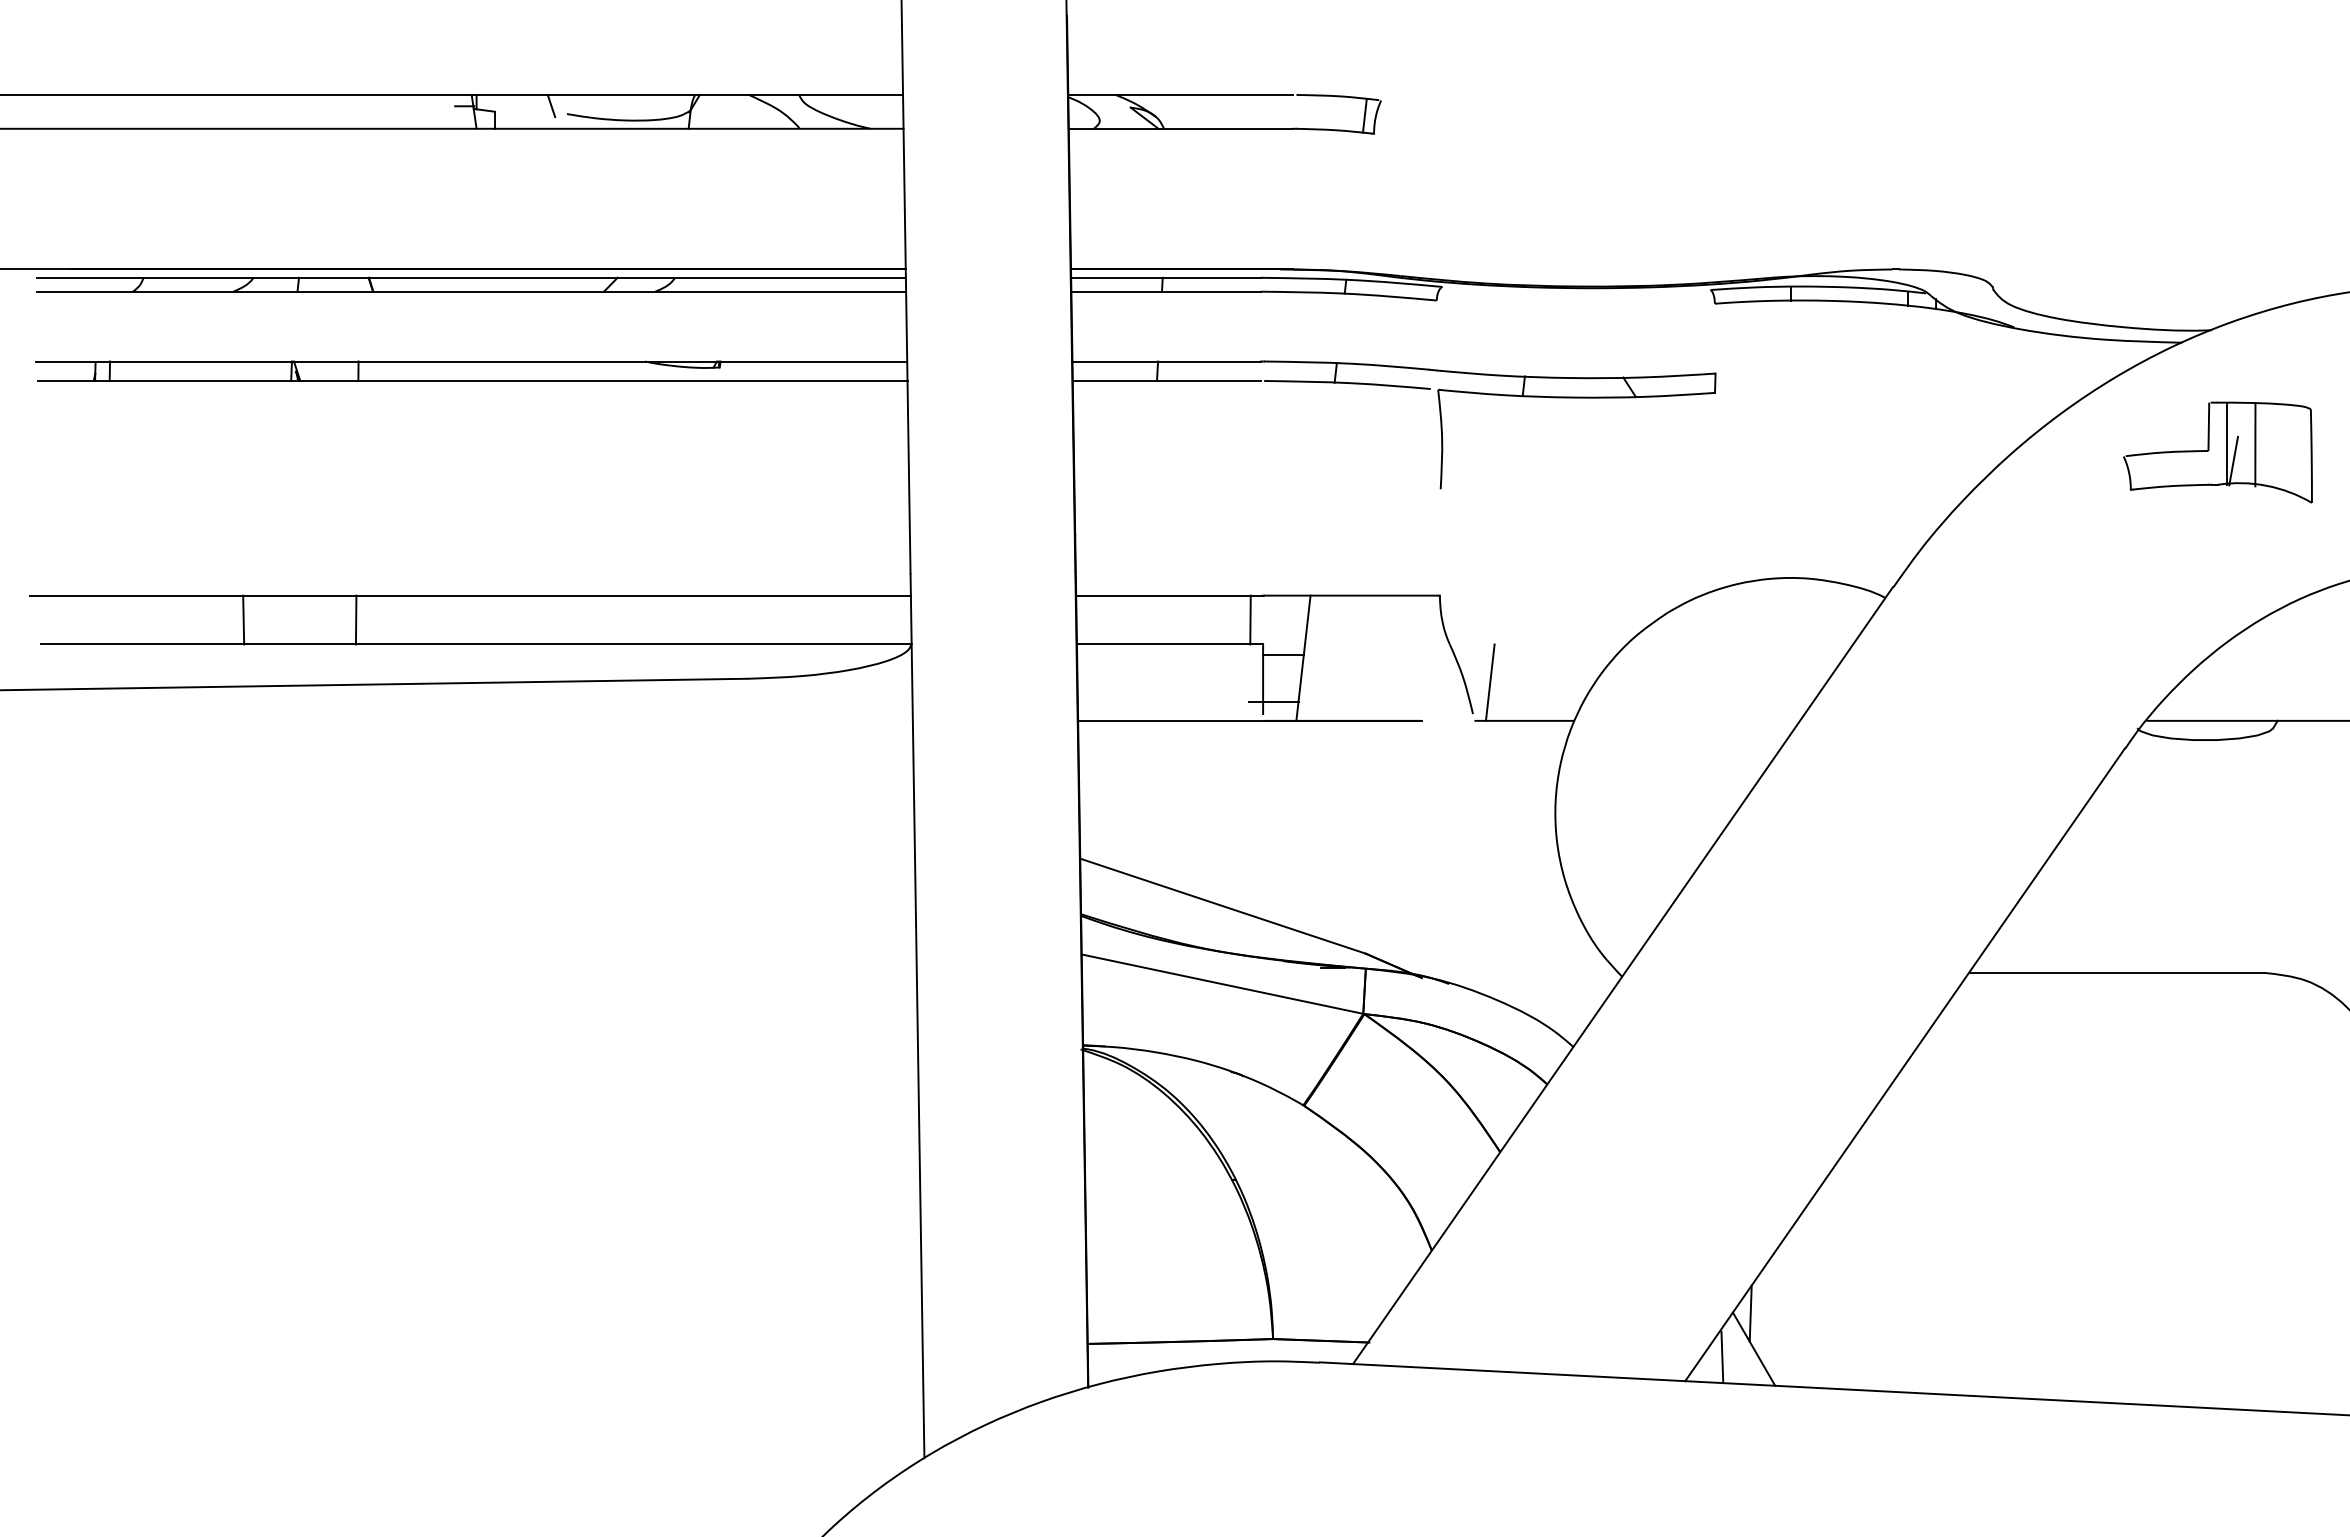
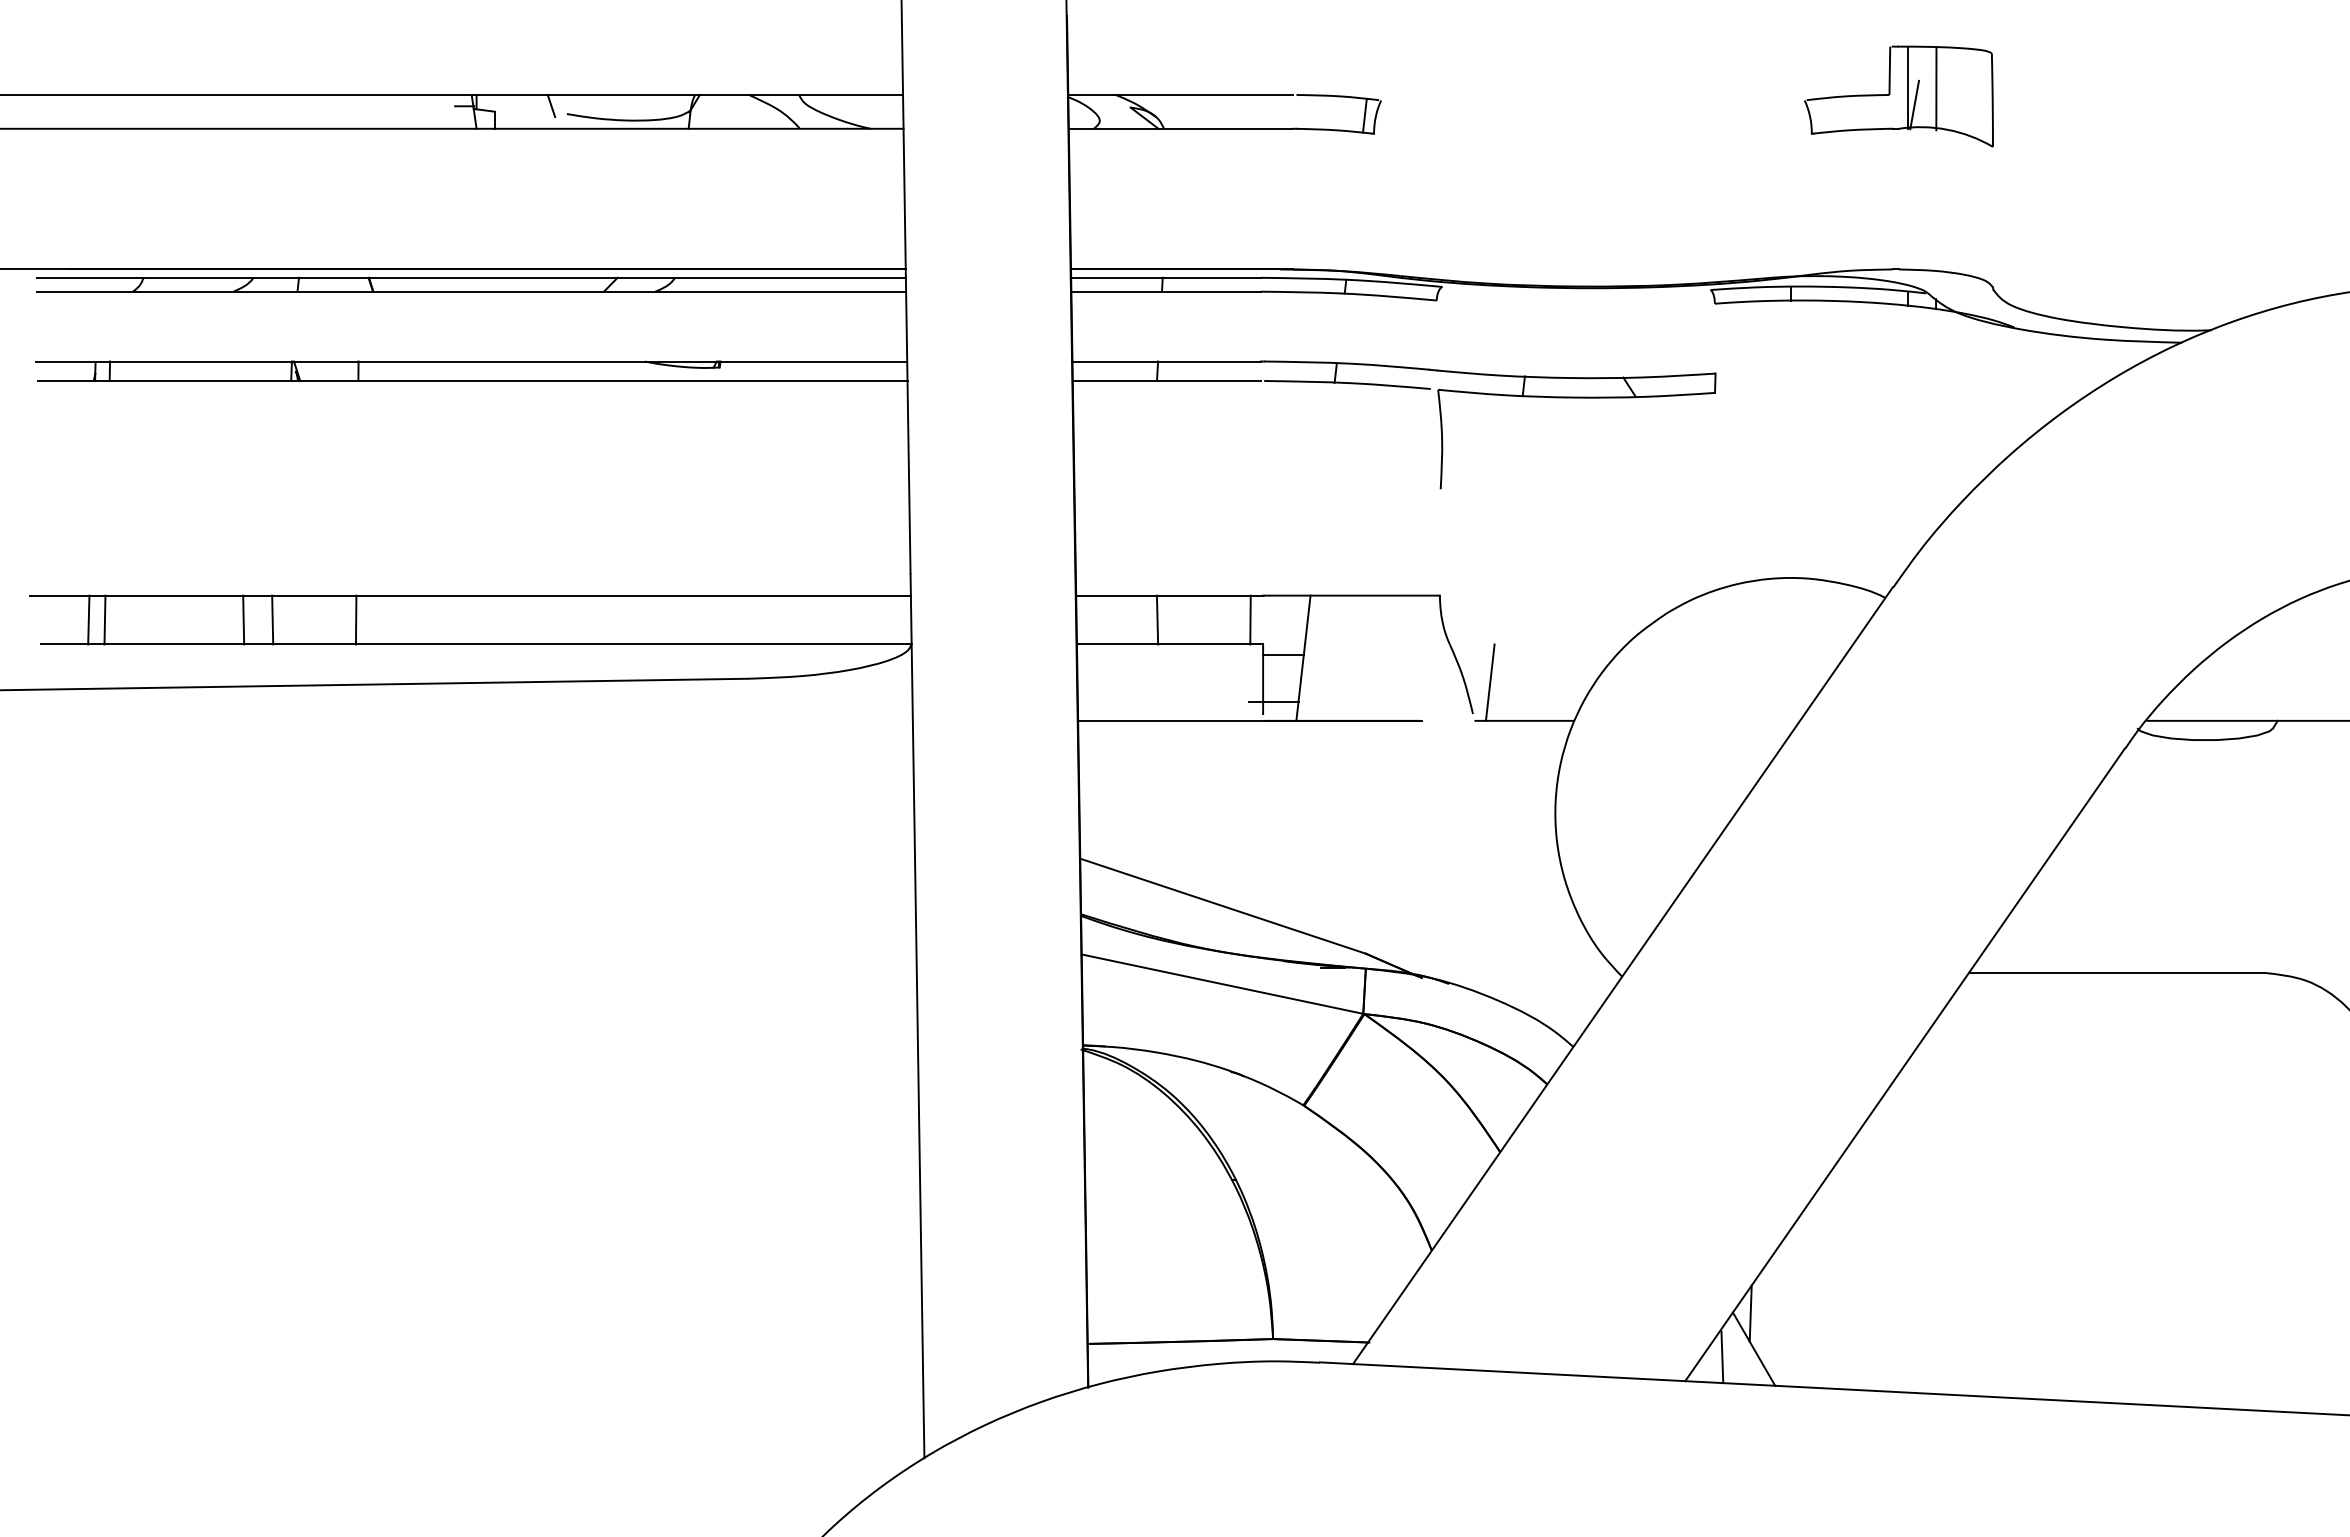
part at (2217, 452) position: (2217, 452) -> (1898, 96)
line at (88, 619): none -> present
line at (104, 619): none -> present
line at (272, 619): none -> present
line at (1157, 619): none -> present
